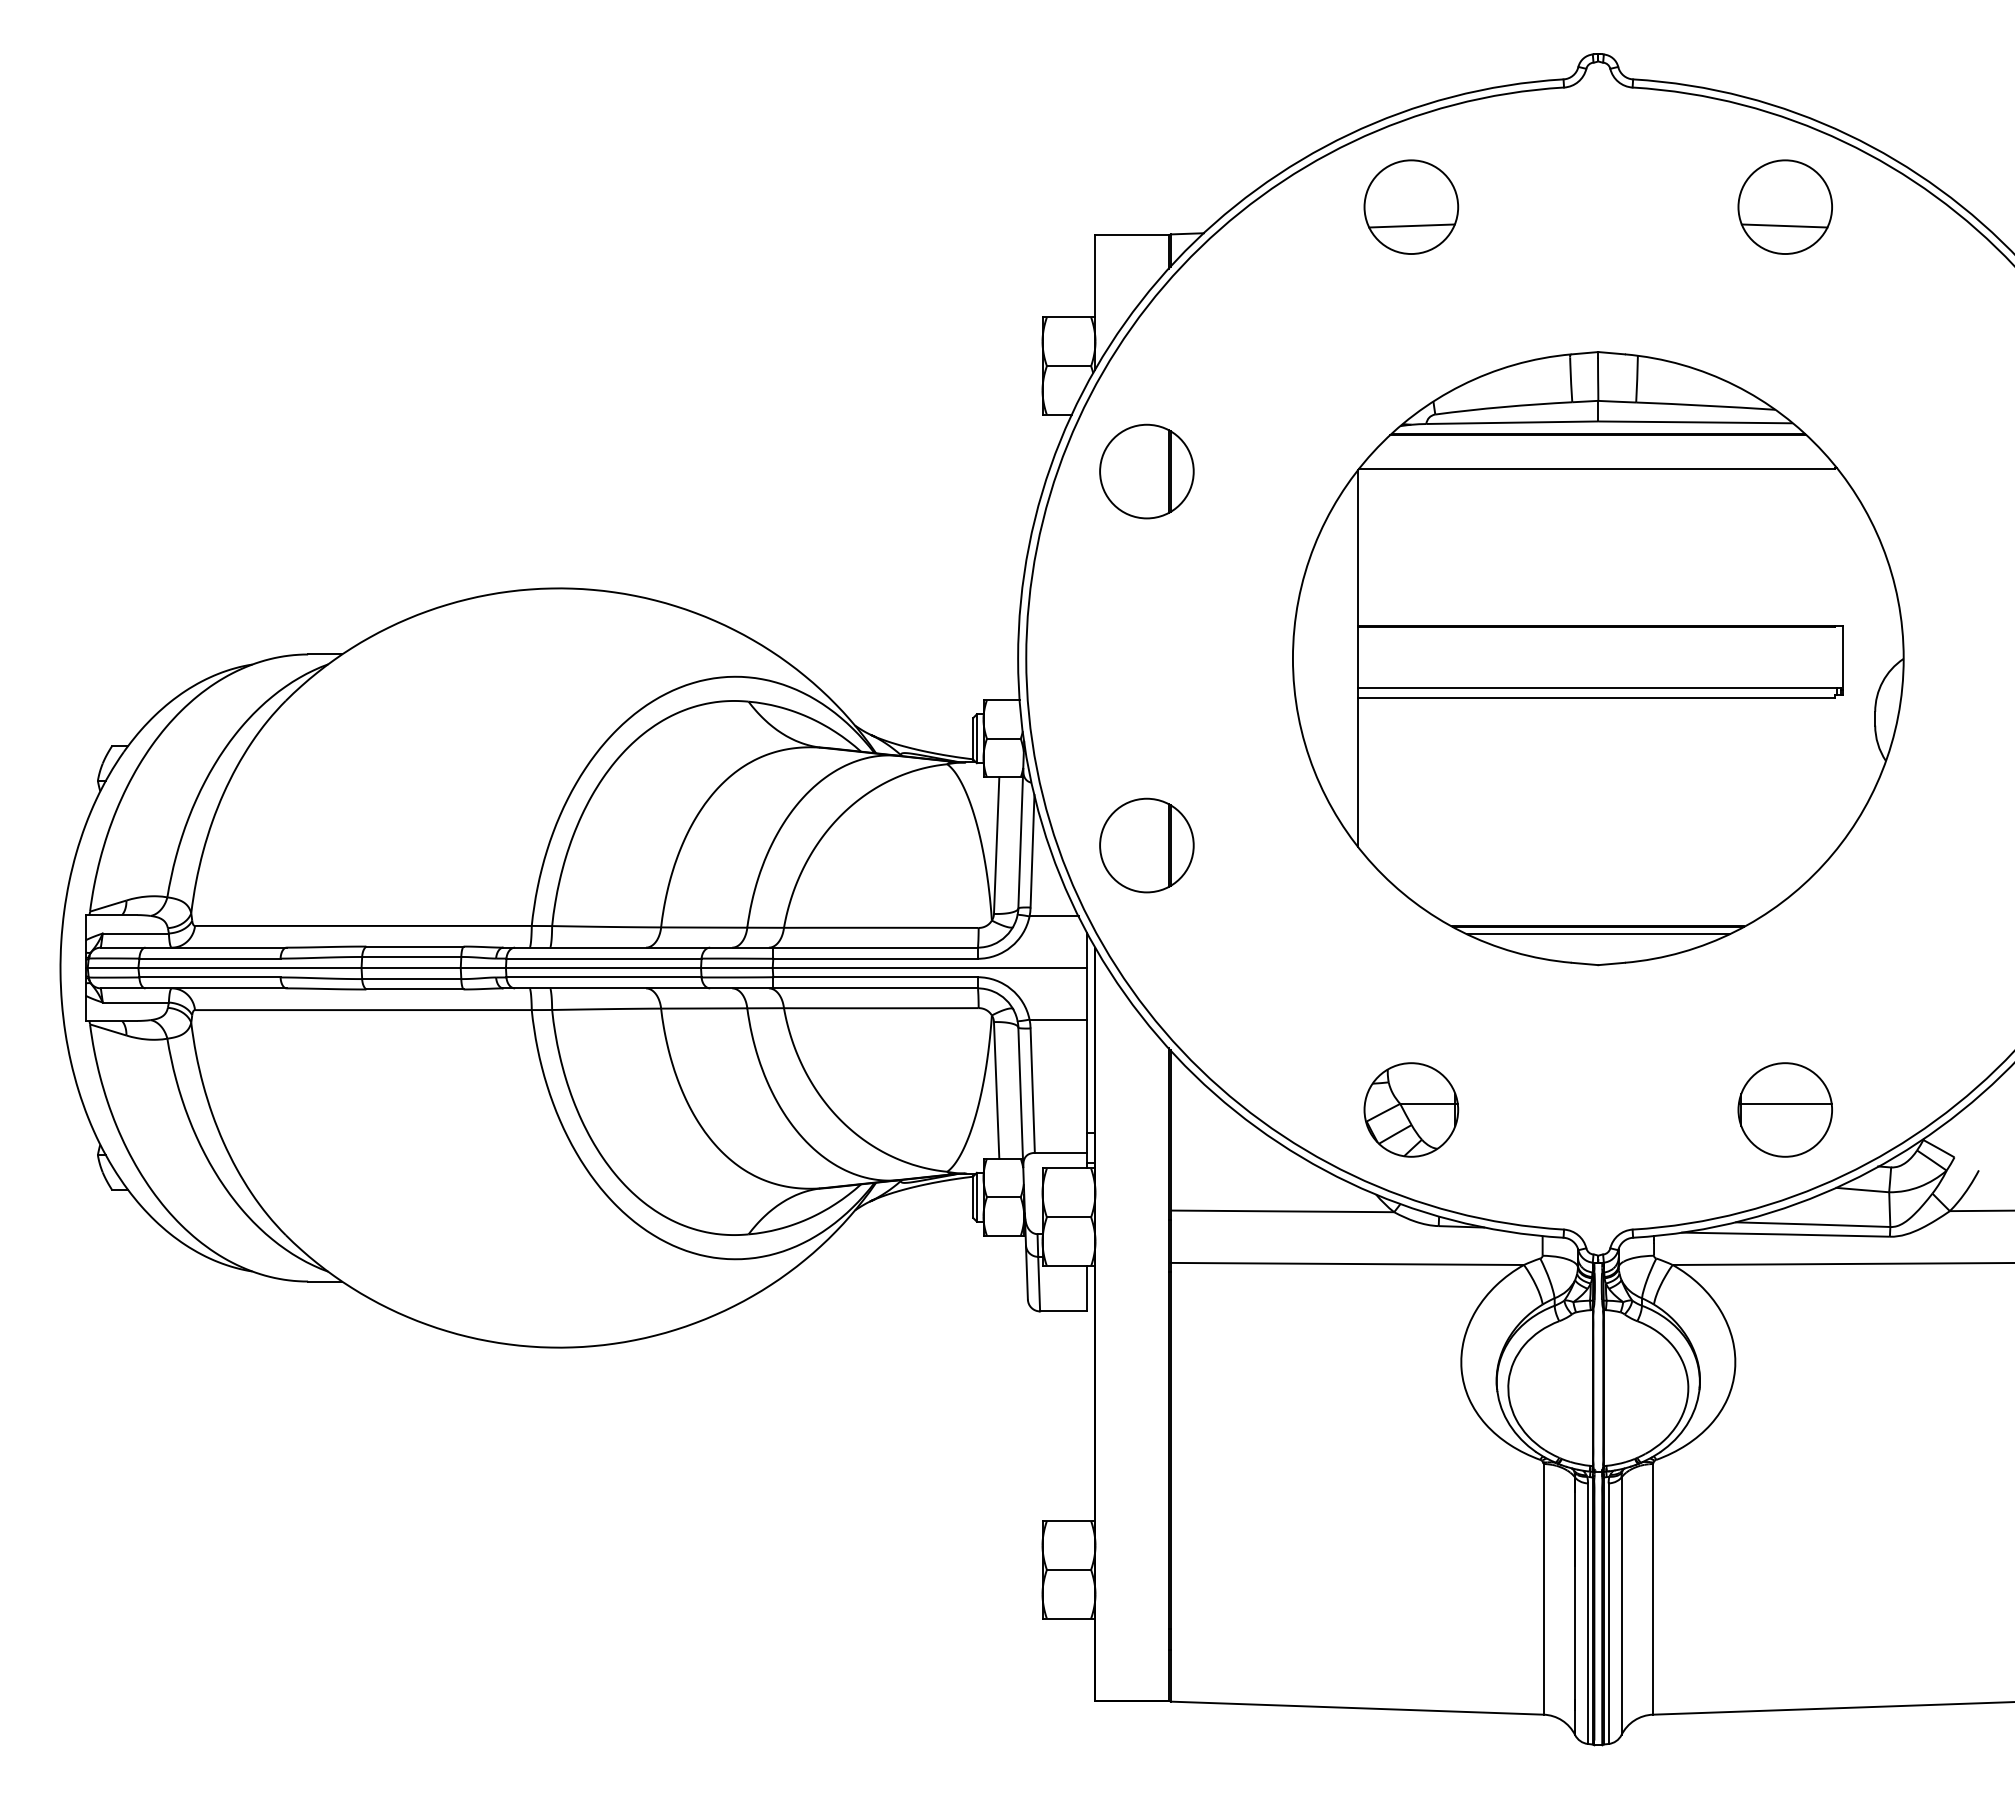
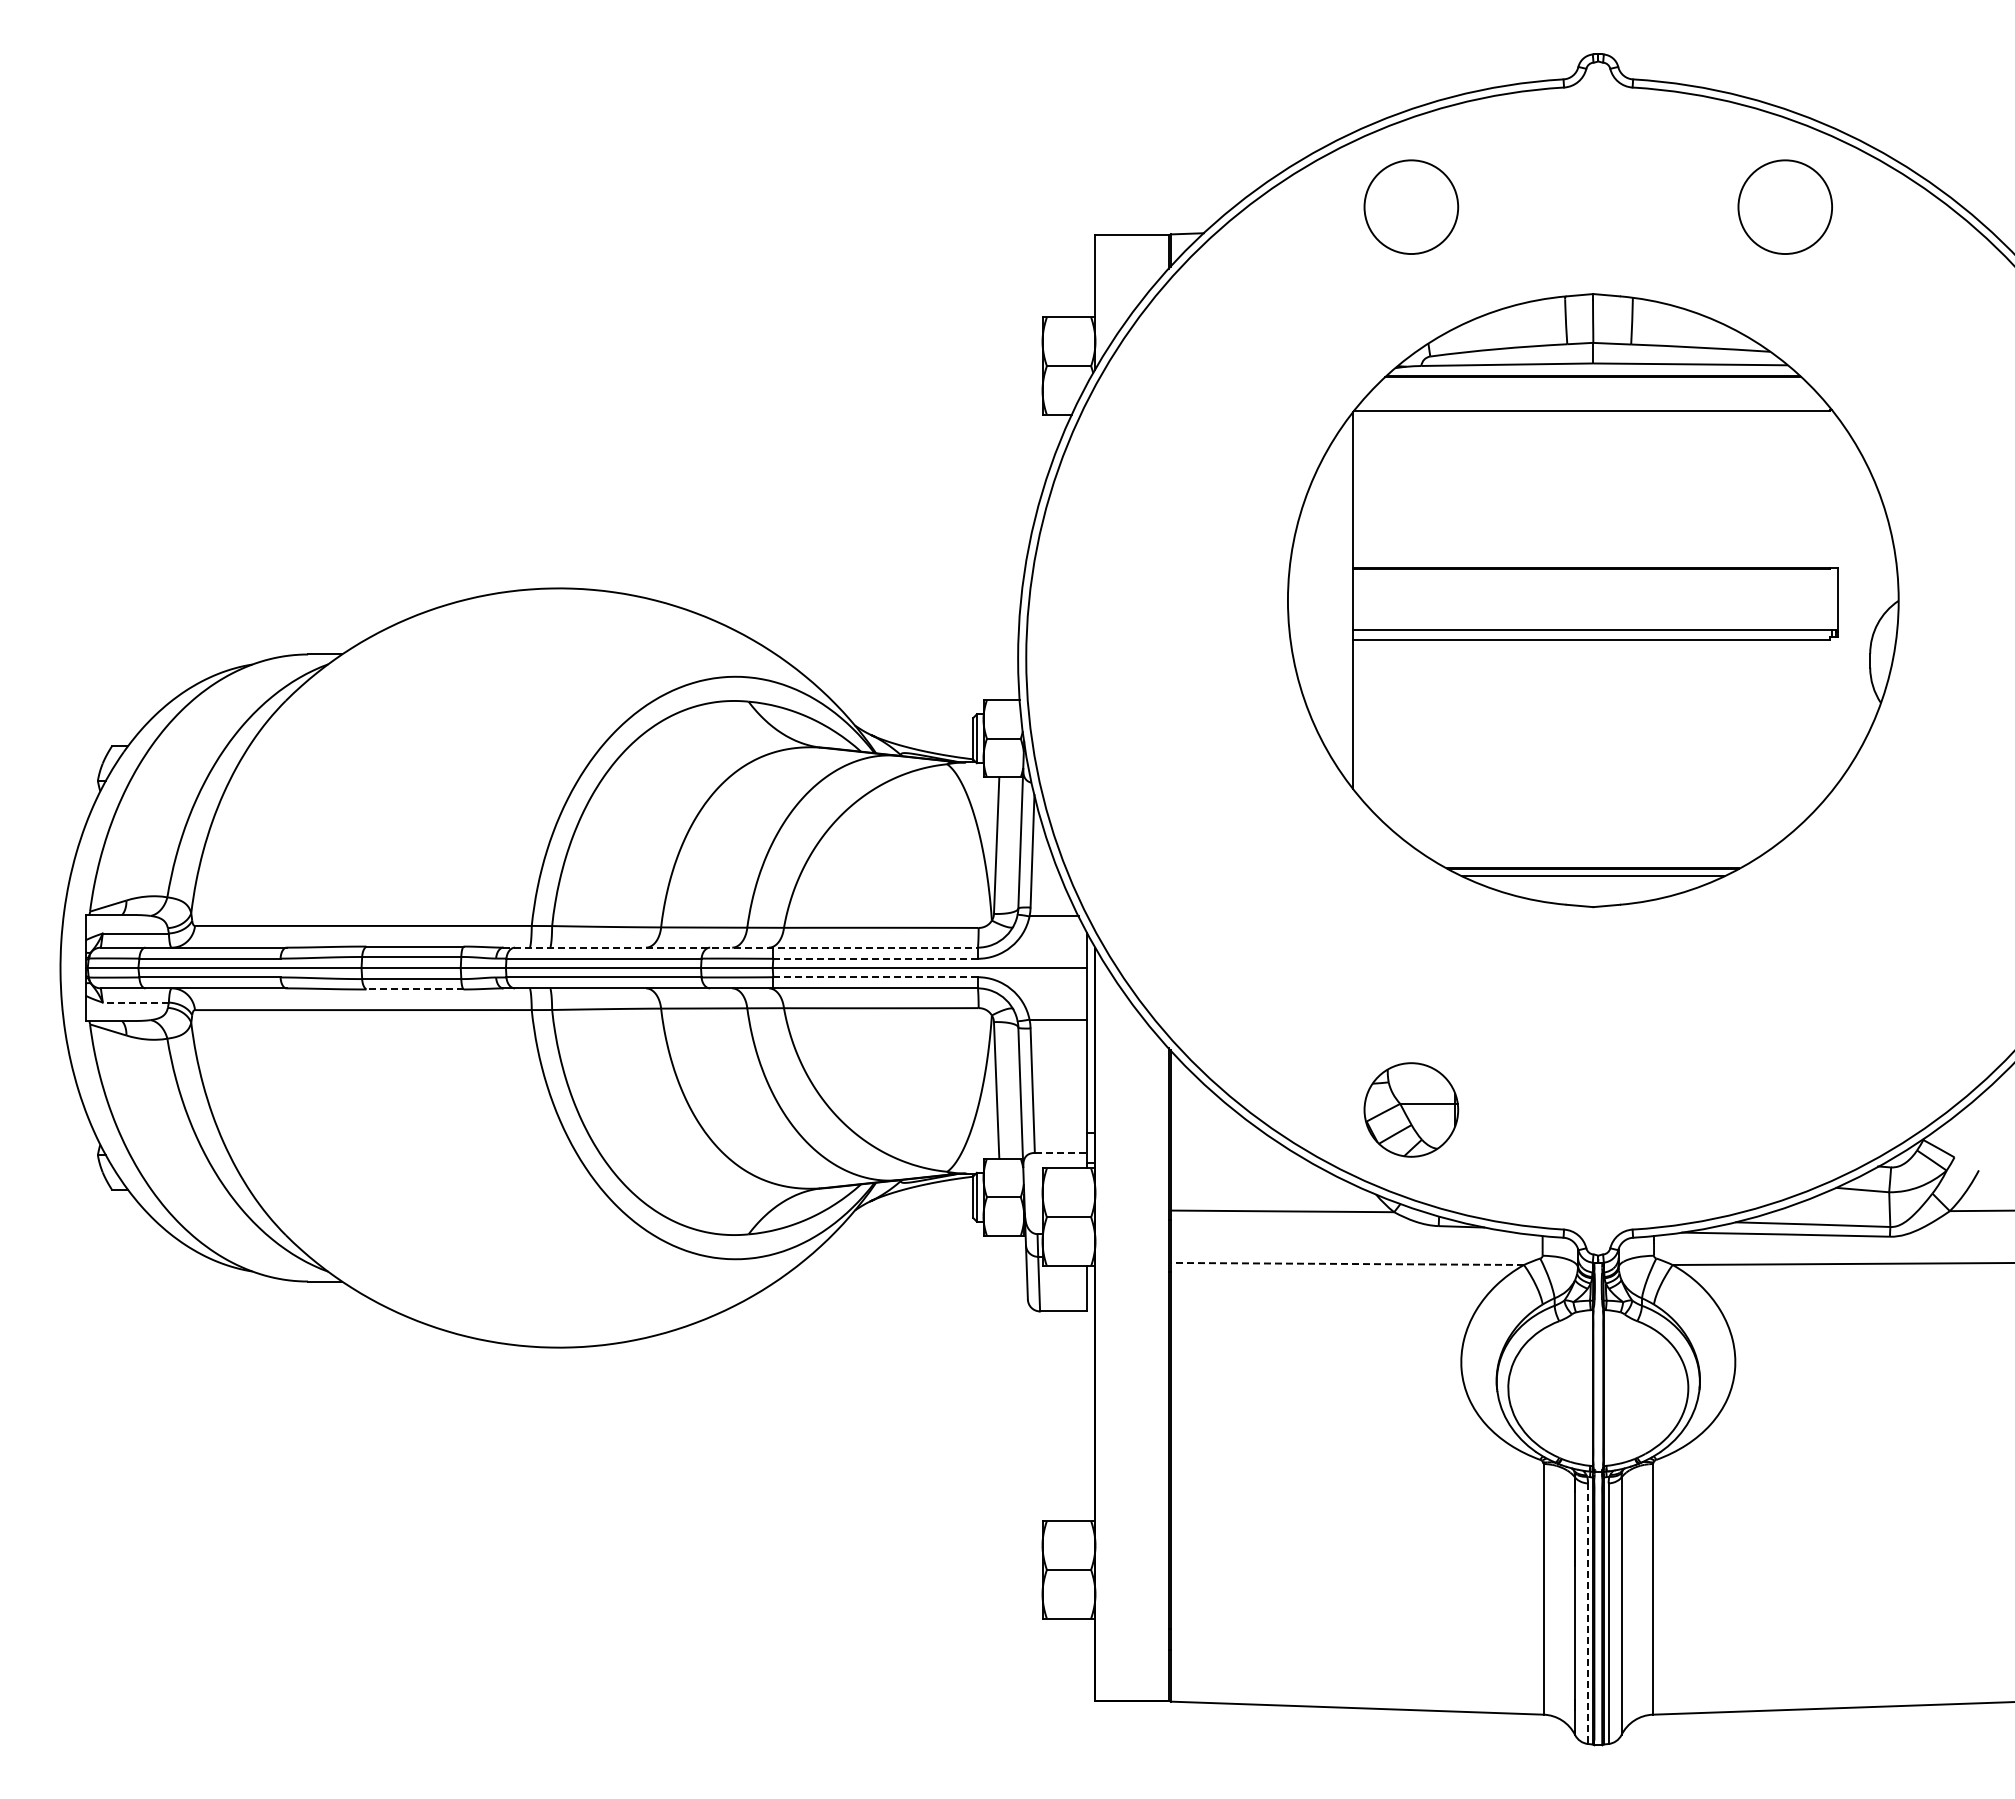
line at (1411, 225): present -> none
line at (1784, 225): present -> none
part at (1146, 471): present -> none
part at (1598, 658) position: (1598, 658) -> (1593, 600)
part at (1146, 845): present -> none
line at (741, 947): solid -> dashed
line at (875, 958): solid -> dashed
line at (874, 977): solid -> dashed
line at (414, 989): solid -> dashed
line at (135, 1002): solid -> dashed
part at (1784, 1109): present -> none
line at (1061, 1152): solid -> dashed
line at (1347, 1263): solid -> dashed
line at (1588, 1614): solid -> dashed
